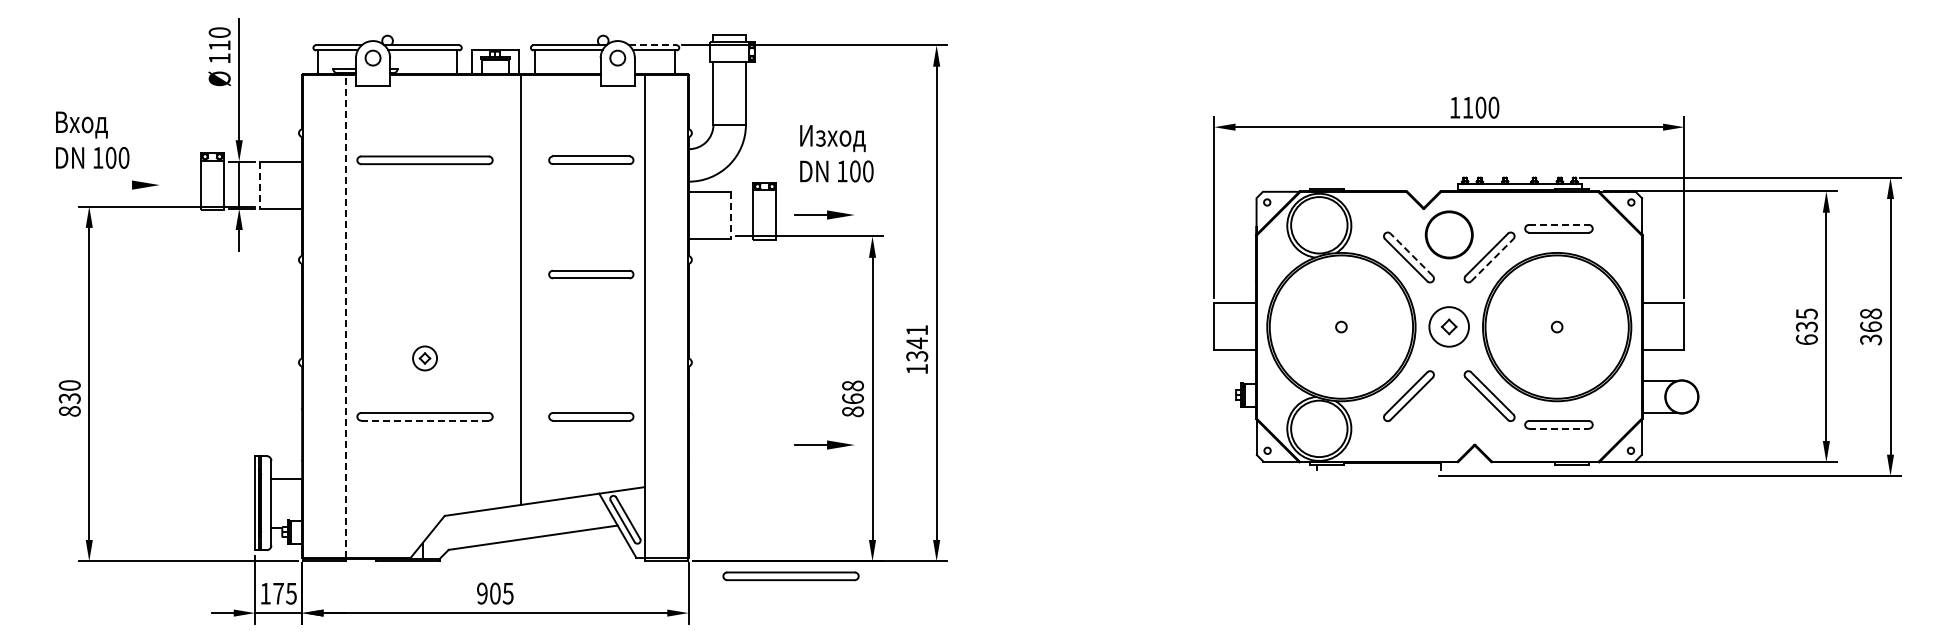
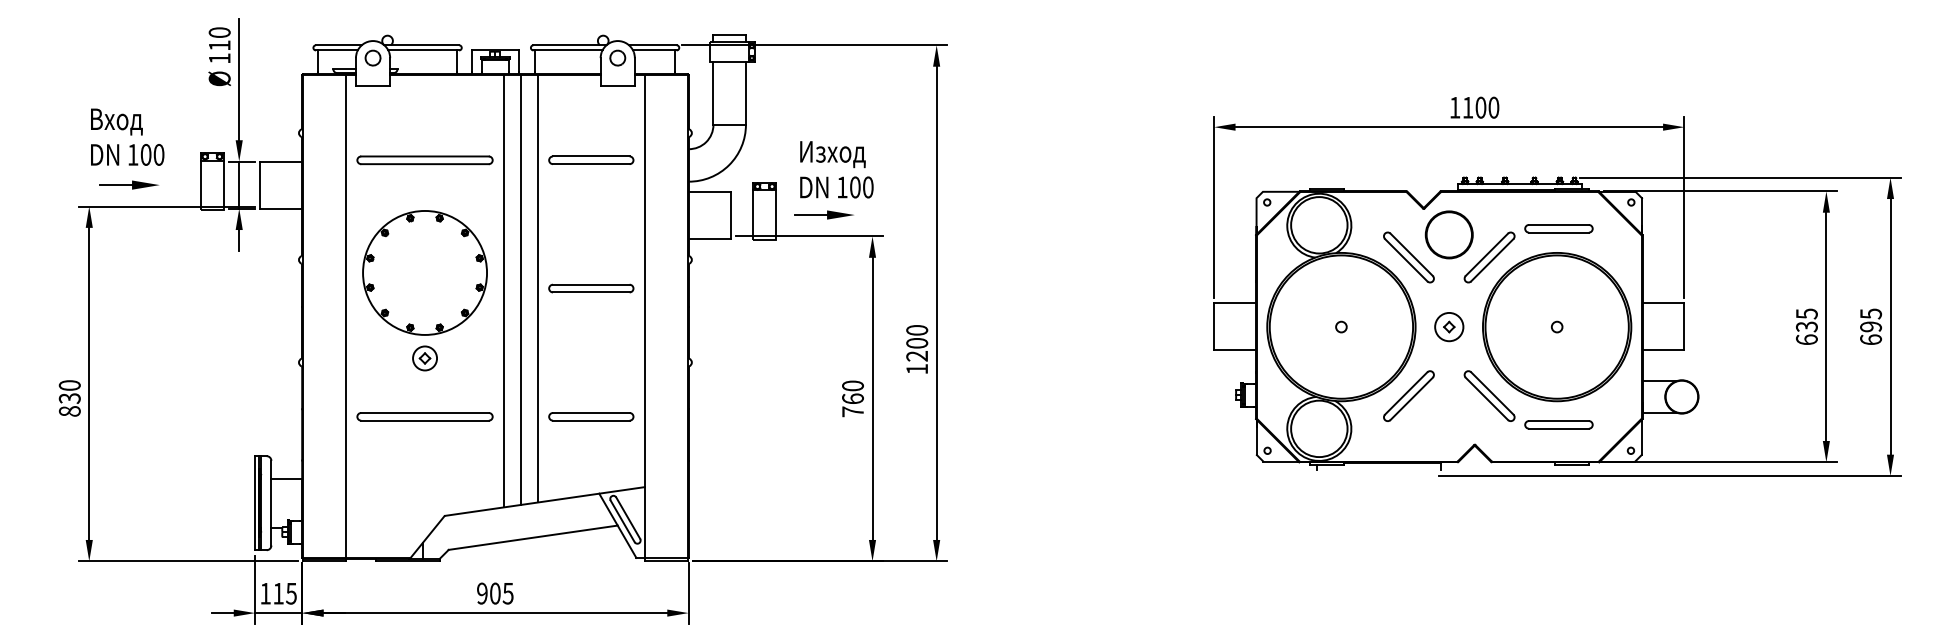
line at (652, 45): dashed -> solid
text at (92, 139) position: (92, 139) -> (127, 136)
text at (836, 153) position: (836, 153) -> (836, 169)
line at (115, 185): none -> present
line at (260, 185): dashed -> solid
line at (730, 215): dashed -> solid
line at (1558, 224): dashed -> solid
line at (1411, 254): dashed -> solid
line at (1492, 260): dashed -> solid
part at (424, 272): none -> present
part at (591, 274) position: (591, 274) -> (591, 288)
line at (537, 287): none -> present
line at (504, 290): none -> present
line at (345, 316): dashed -> solid
part at (1448, 326) size: 42x42 px -> 31x31 px
text at (1871, 326): 368 -> 695
text at (917, 343): 1341 -> 1200
text at (852, 398): 868 -> 760
line at (425, 420): dashed -> solid
line at (1558, 428): dashed -> solid
part at (823, 444): present -> none
part at (790, 576): present -> none
text at (278, 593): 175 -> 115
